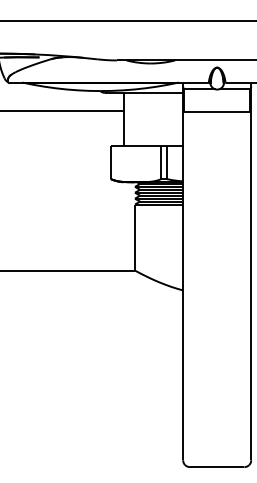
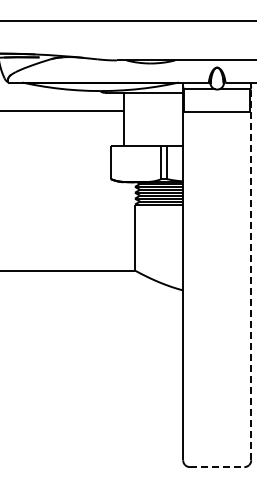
line at (251, 273): solid -> dashed
line at (217, 467): solid -> dashed
